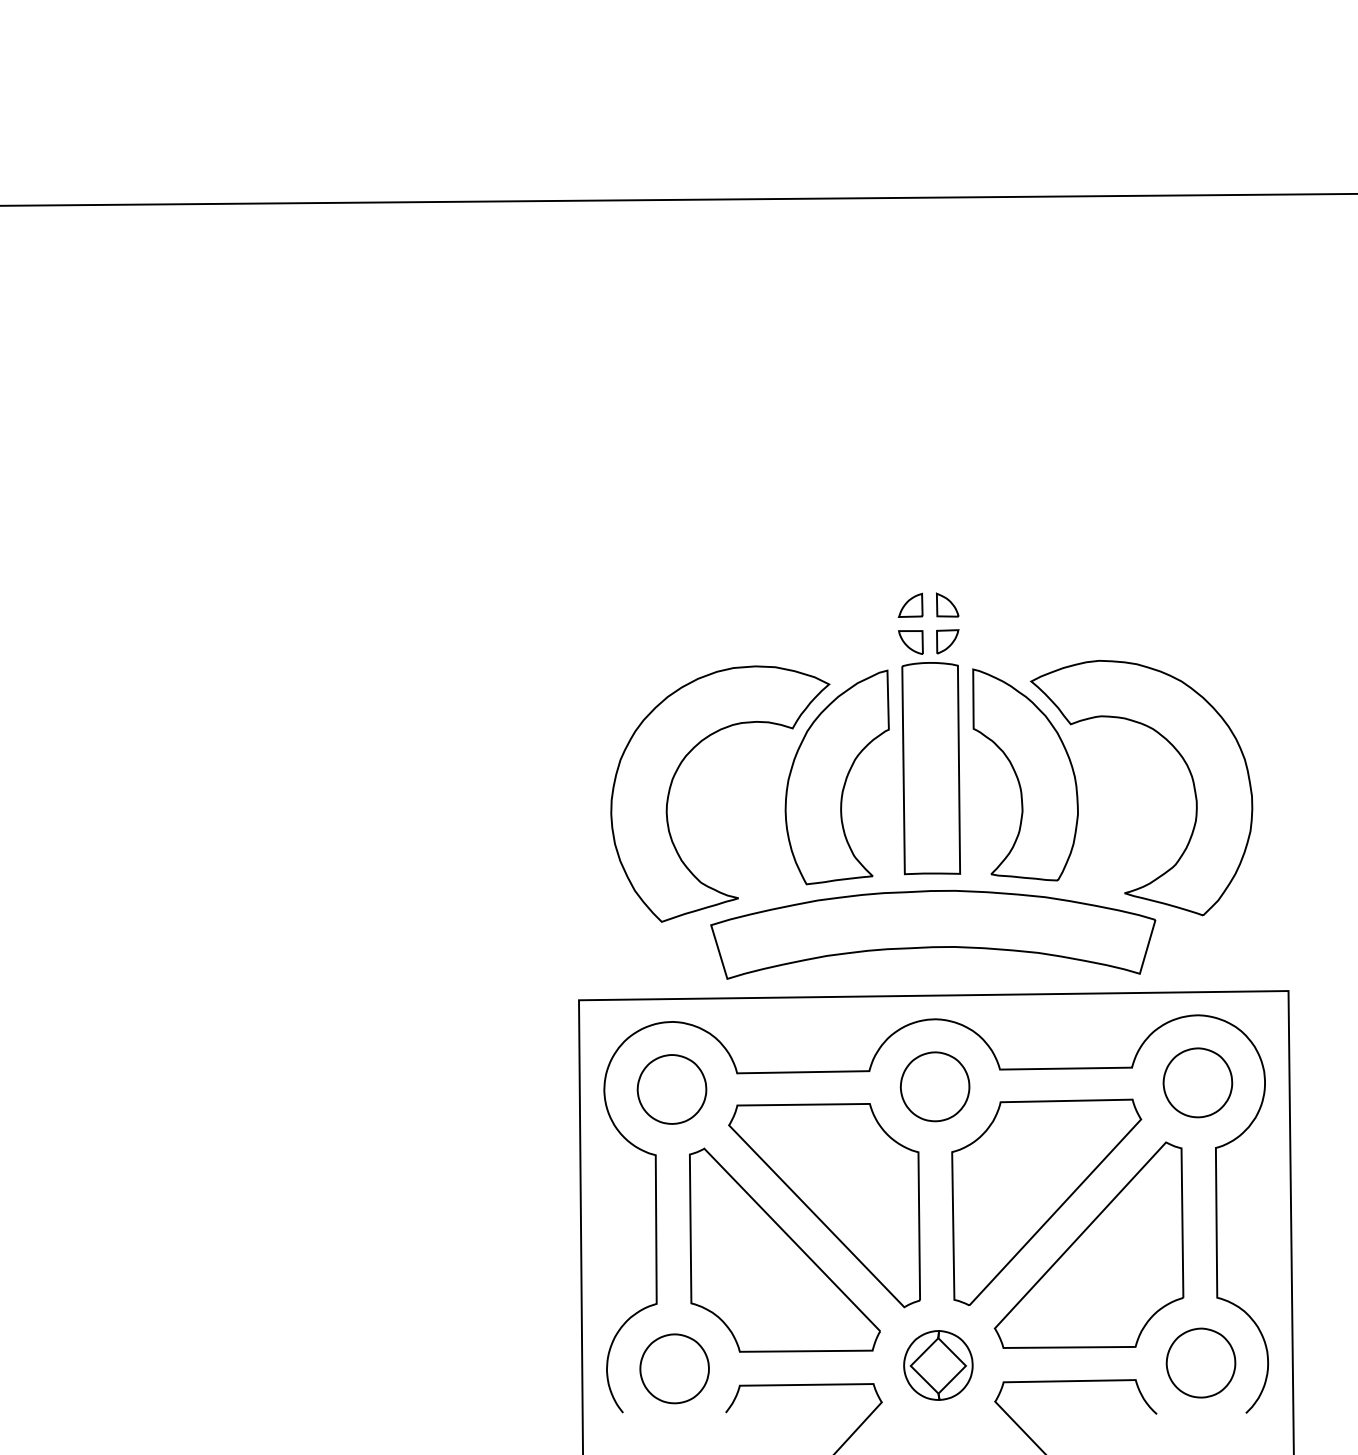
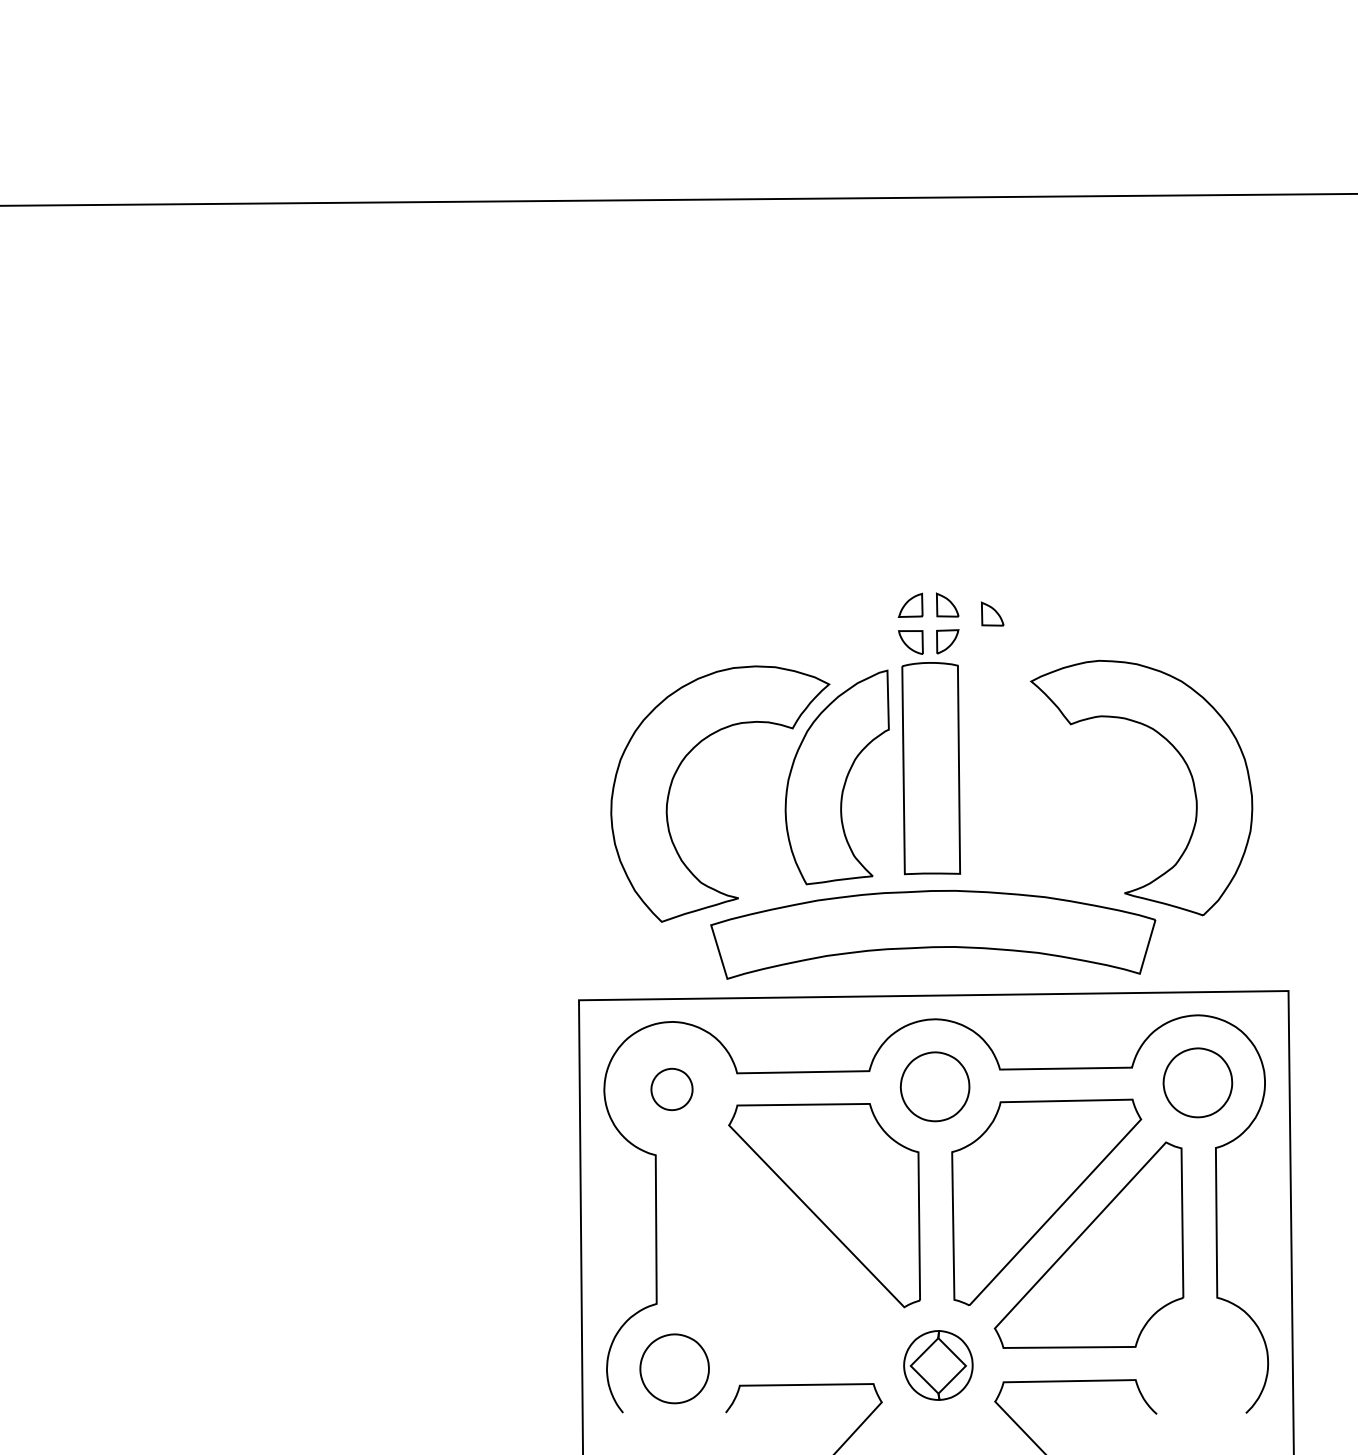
part at (992, 613): none -> present
part at (1025, 774): present -> none
part at (671, 1089) size: 72x71 px -> 44x45 px
part at (784, 1249): present -> none
part at (1200, 1362): present -> none
